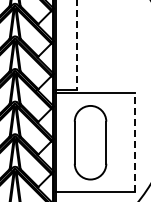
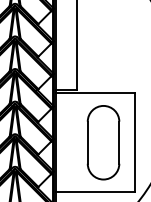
line at (77, 45): dashed -> solid
part at (90, 142) position: (90, 142) -> (103, 142)
line at (135, 142): dashed -> solid
